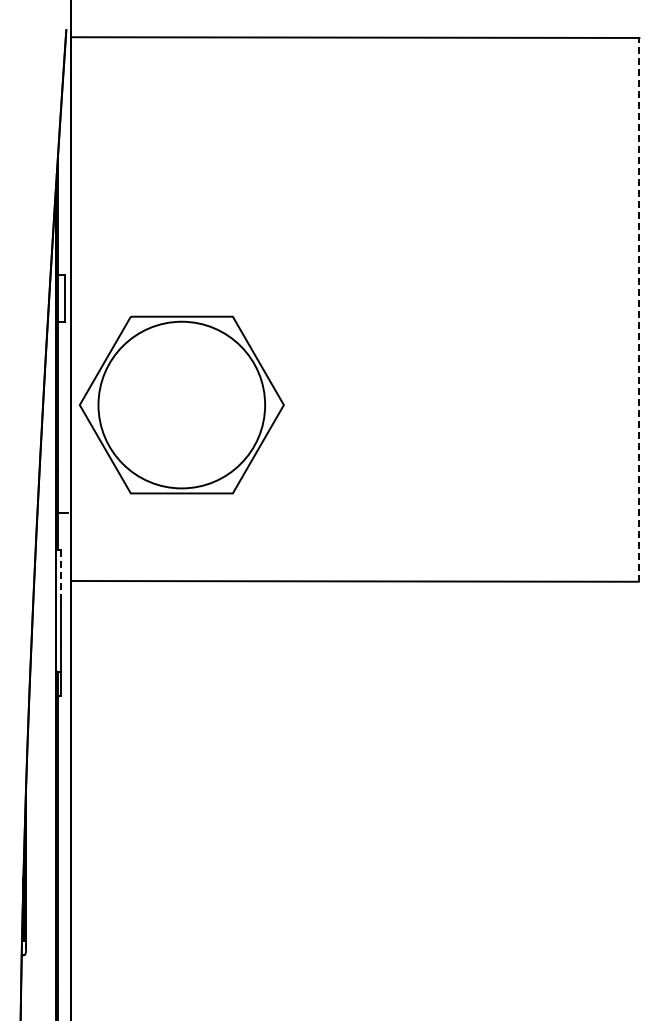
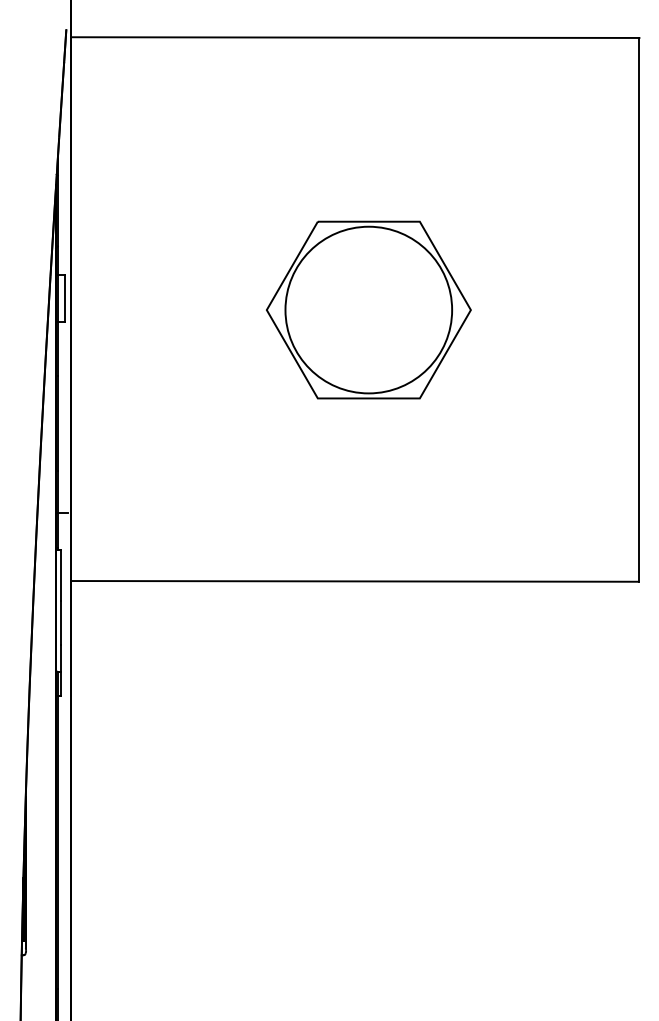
line at (638, 309): dashed -> solid
part at (181, 404) position: (181, 404) -> (368, 309)
line at (61, 575): dashed -> solid
